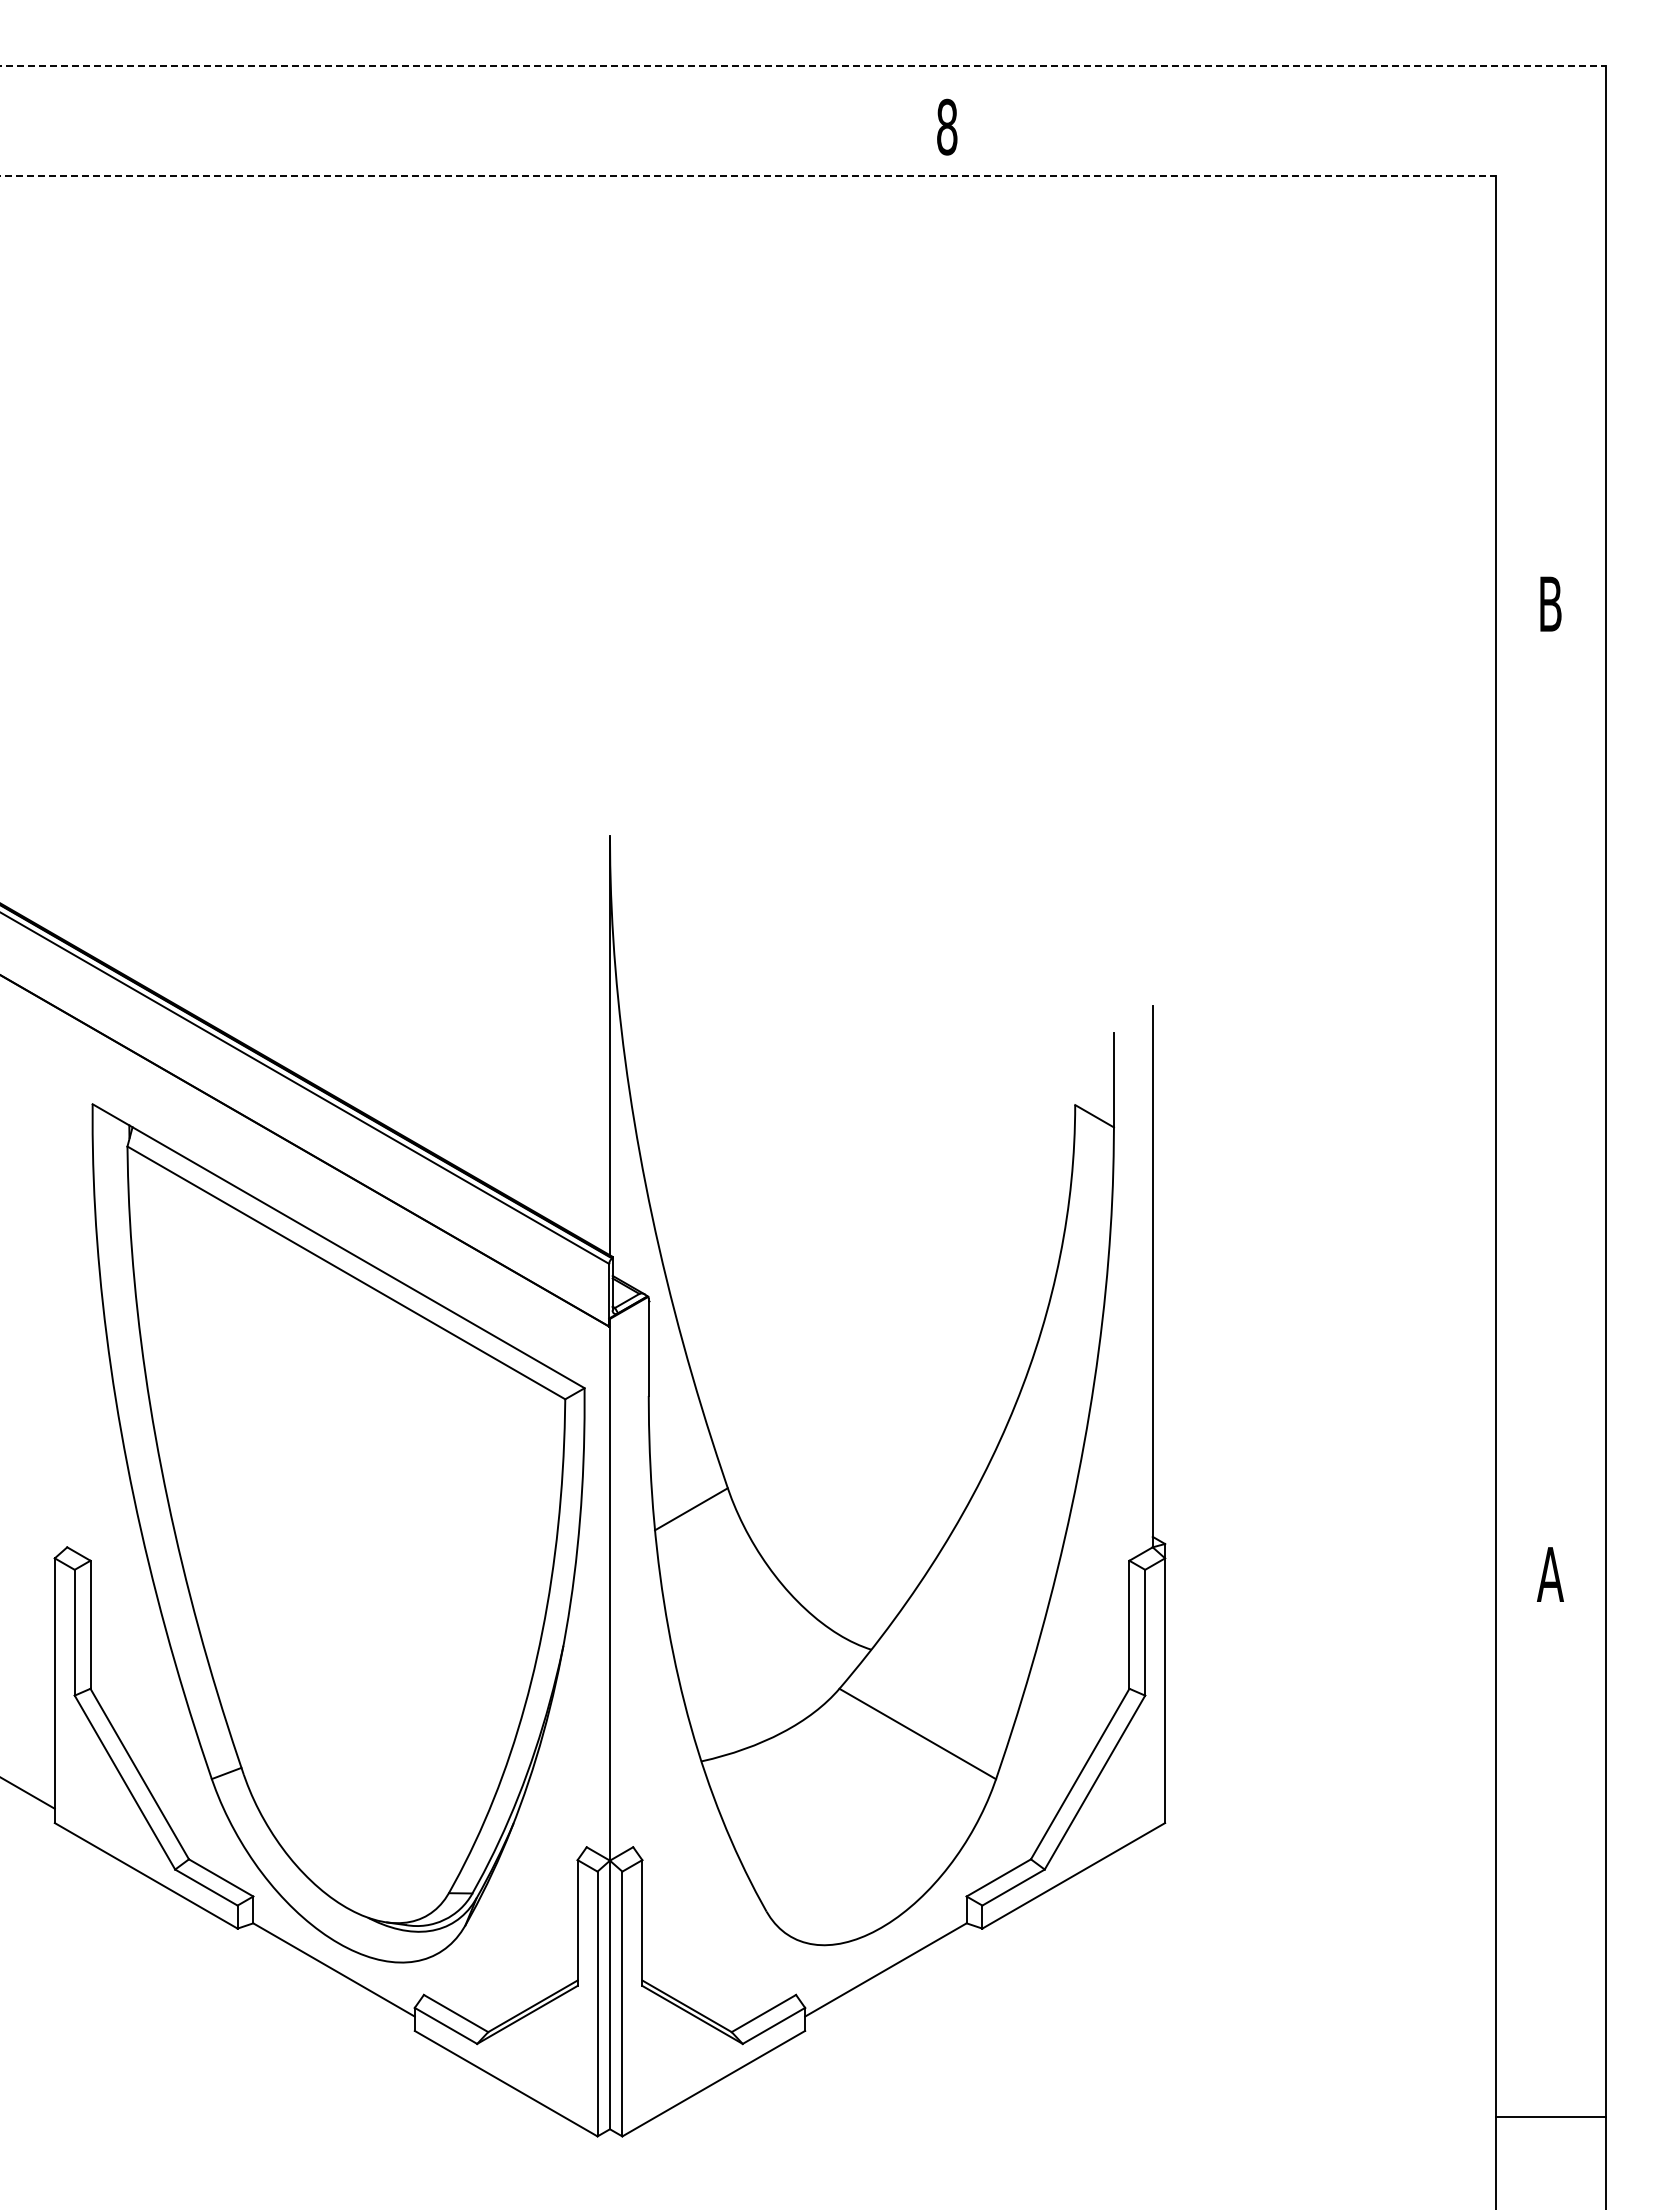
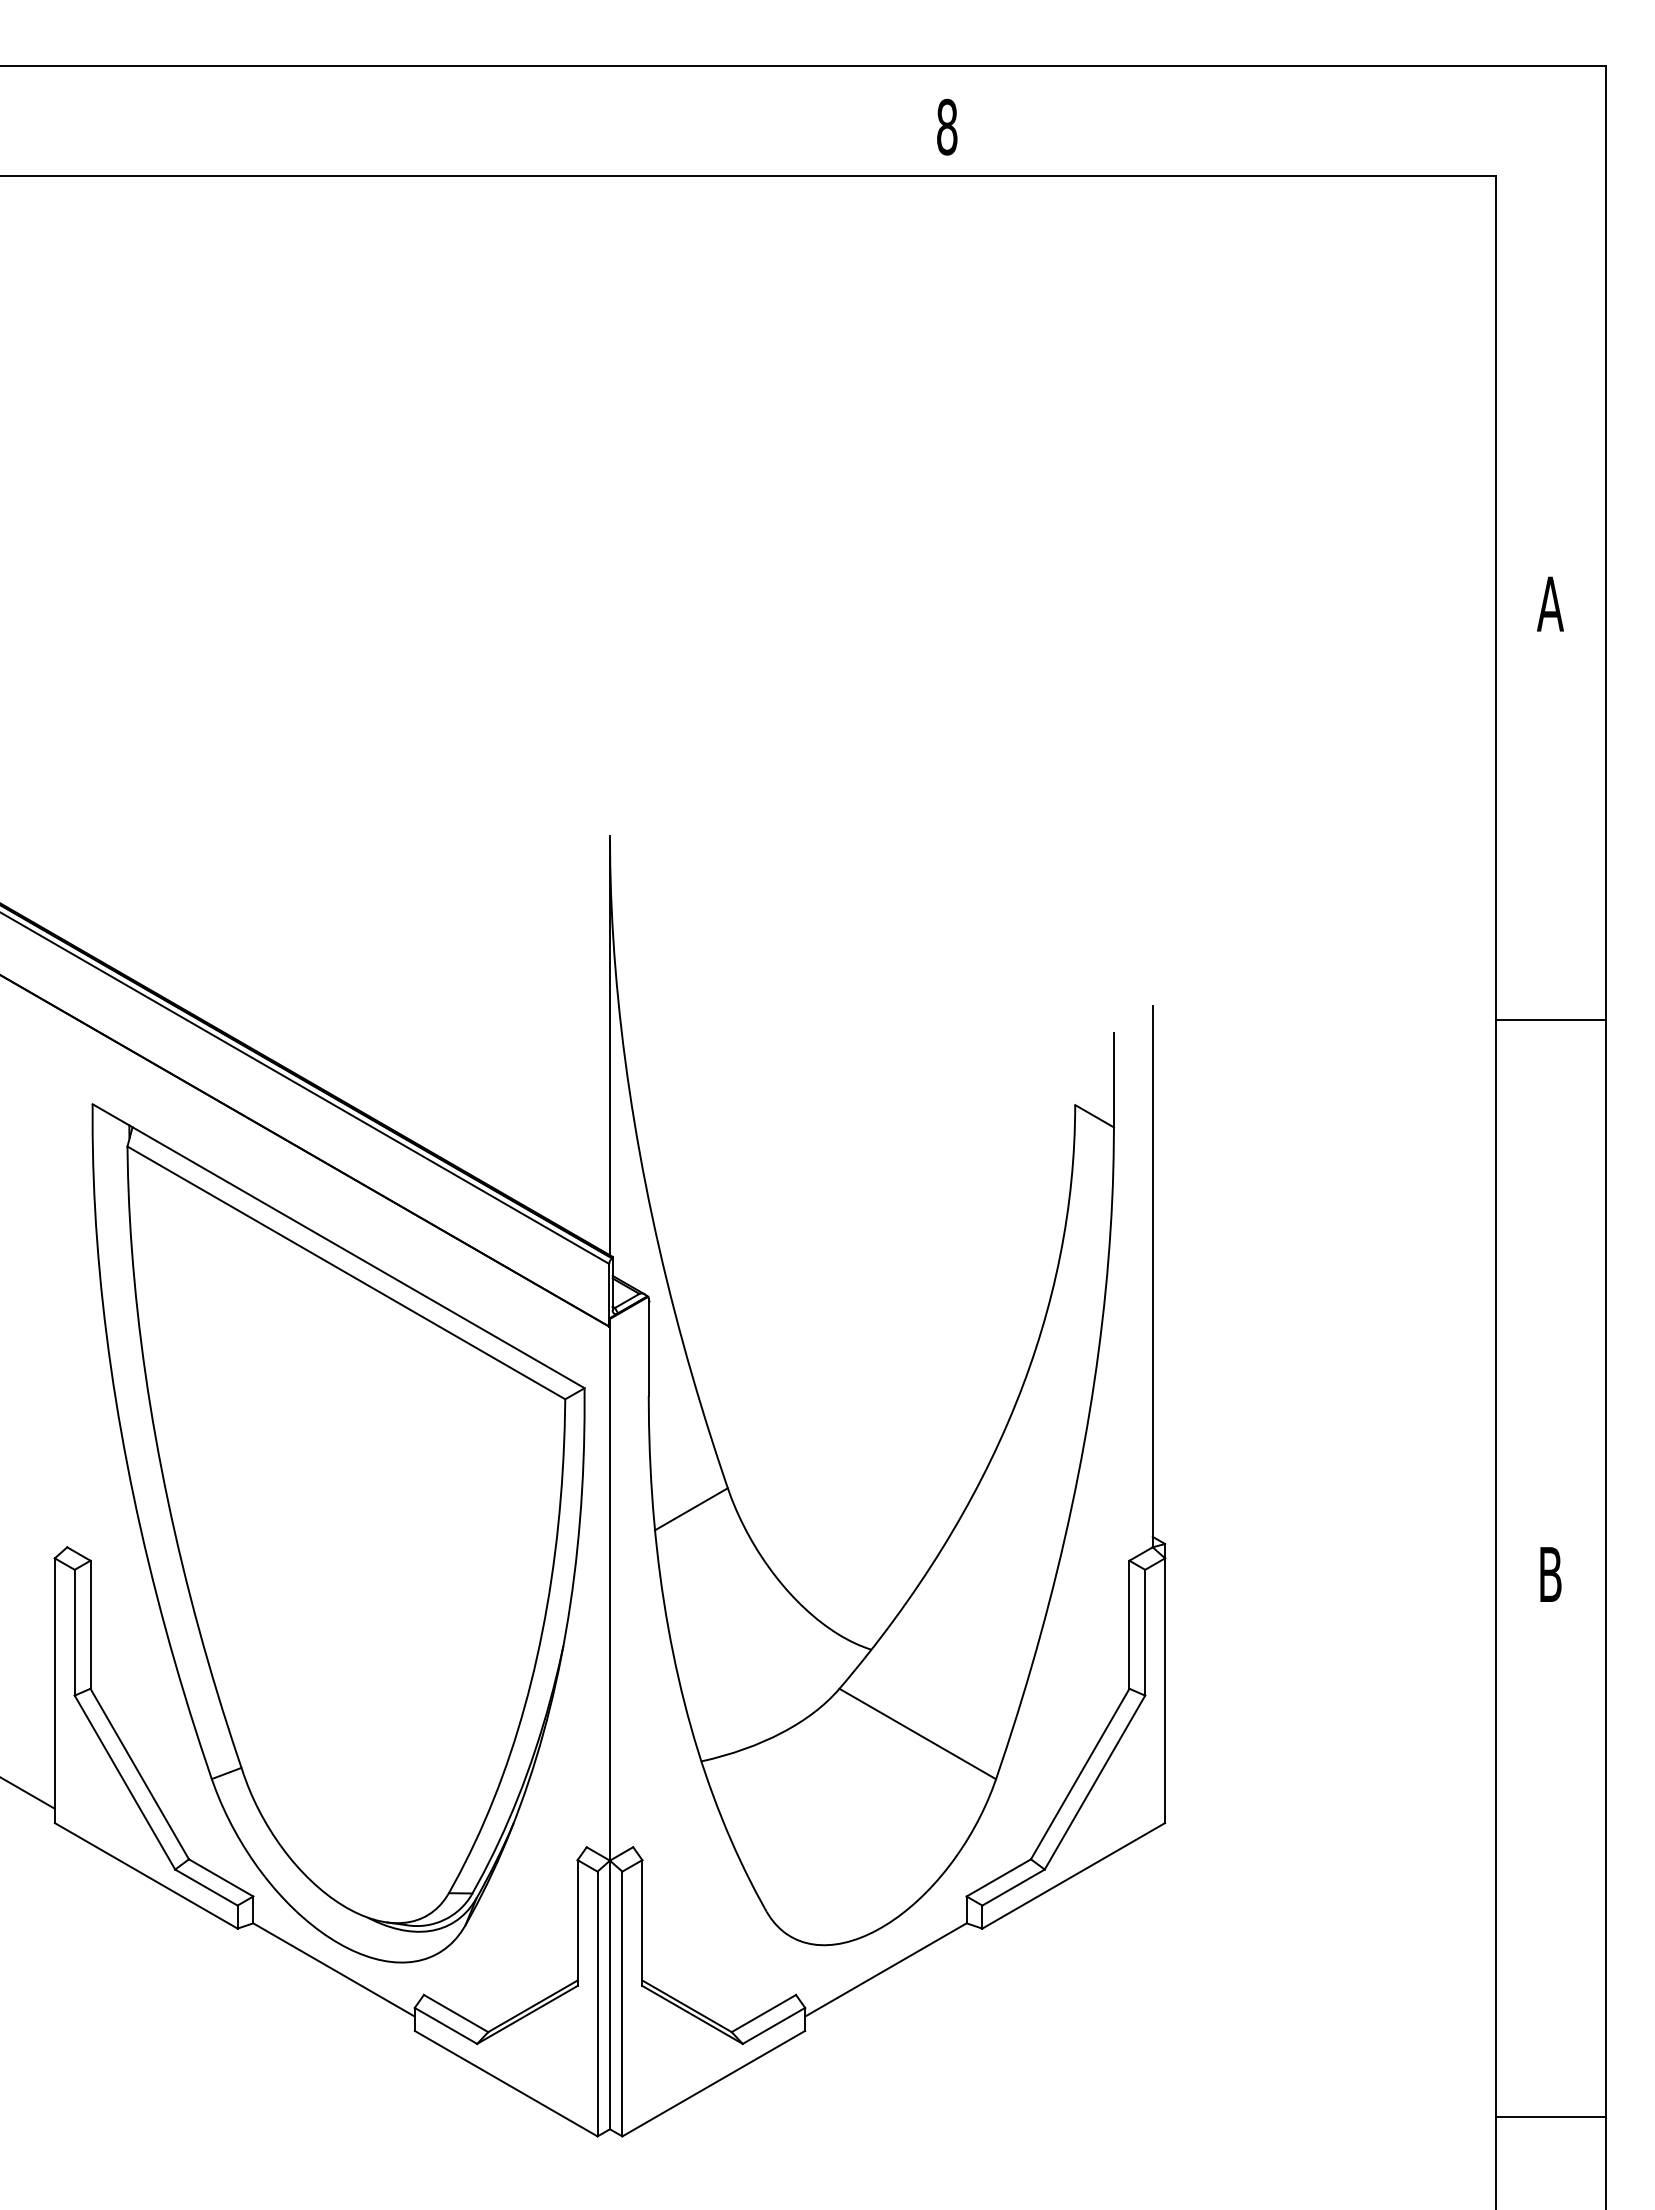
line at (802, 66): dashed -> solid
line at (748, 175): dashed -> solid
text at (1550, 603): B -> A
line at (1550, 1020): none -> present
text at (1549, 1574): A -> B
